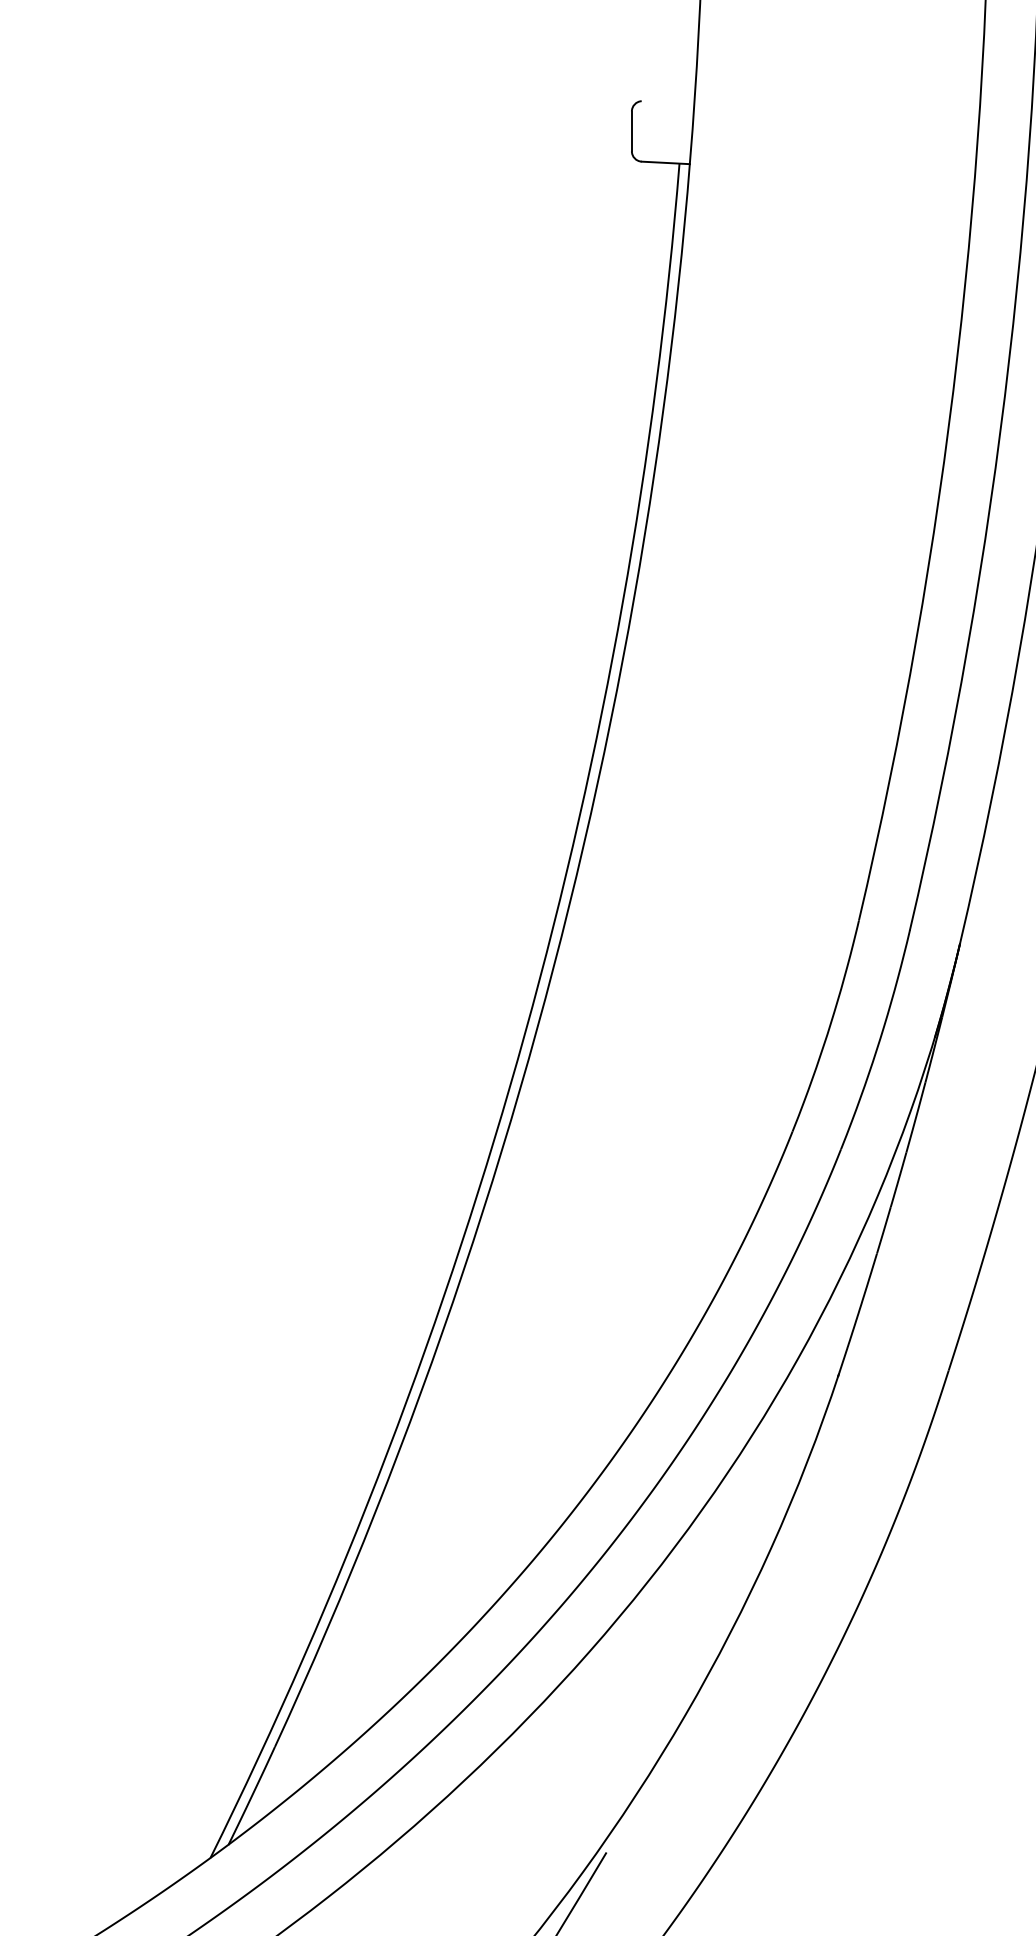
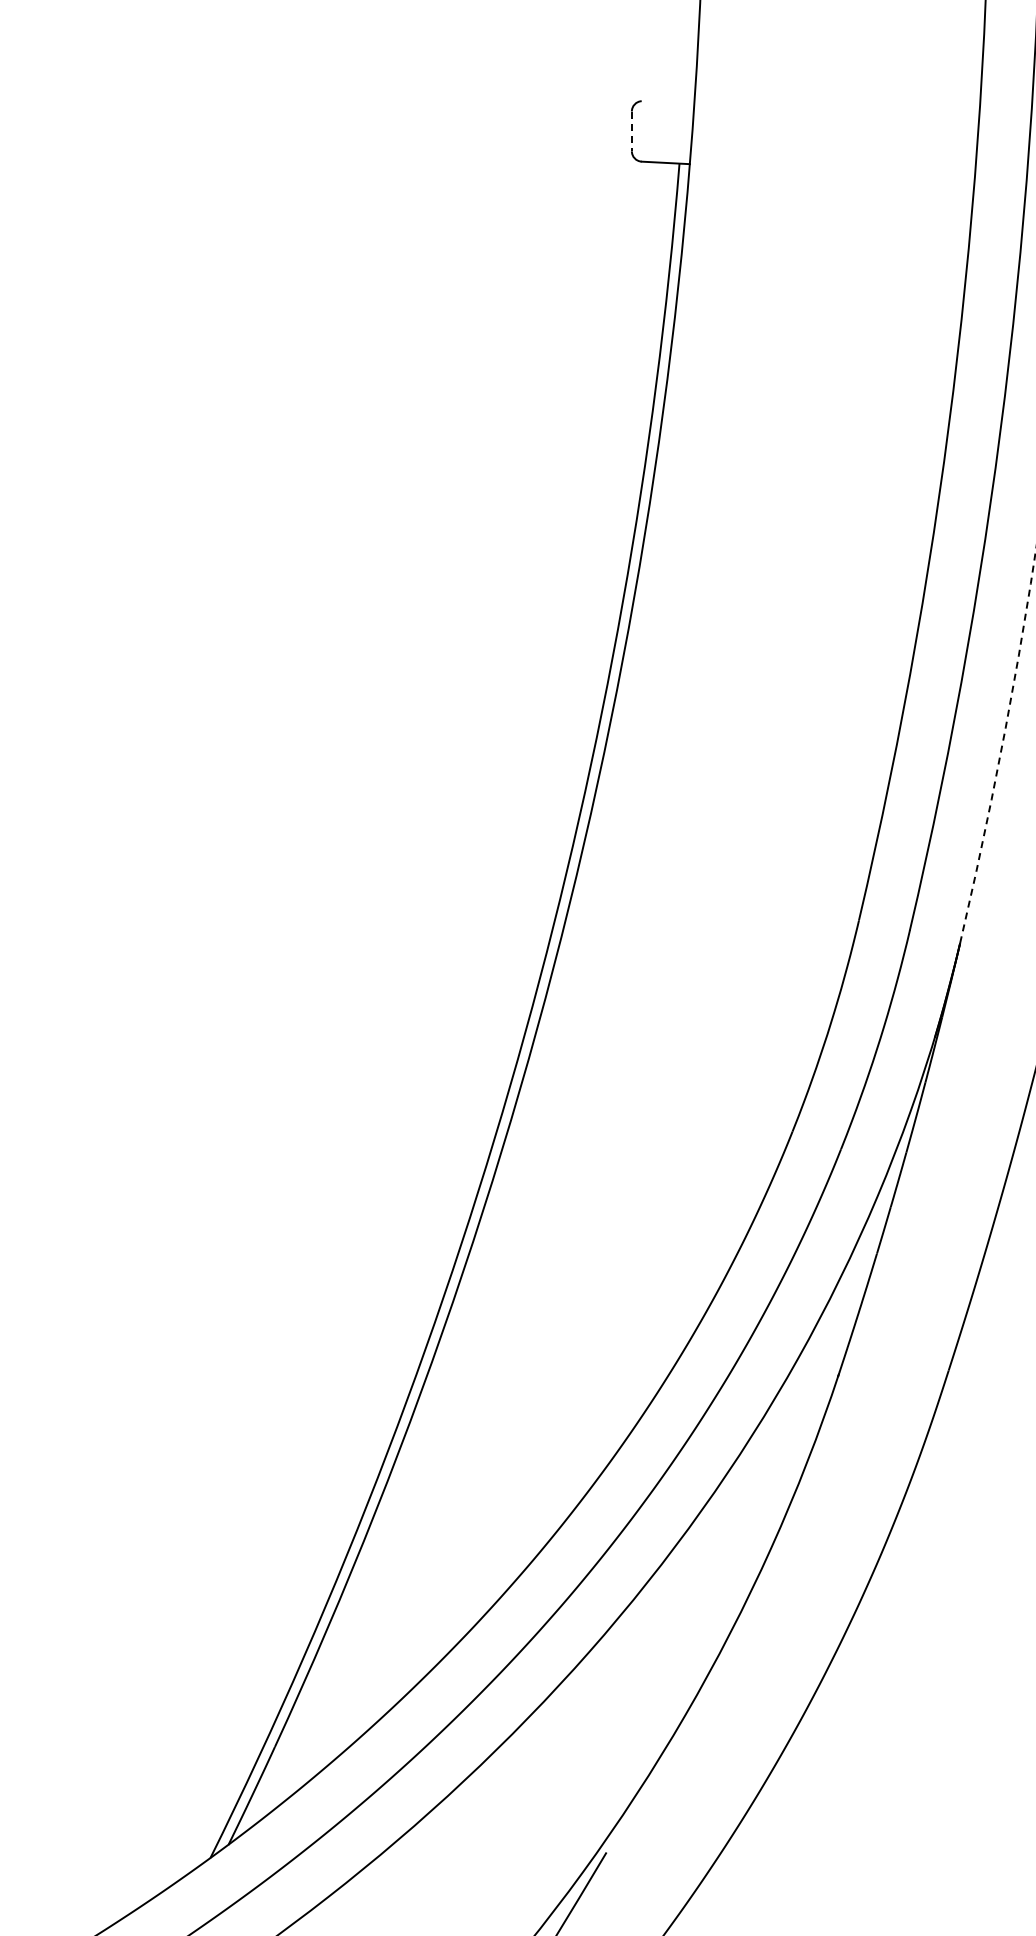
line at (631, 131): solid -> dashed
arc at (1002, 746): solid -> dashed
